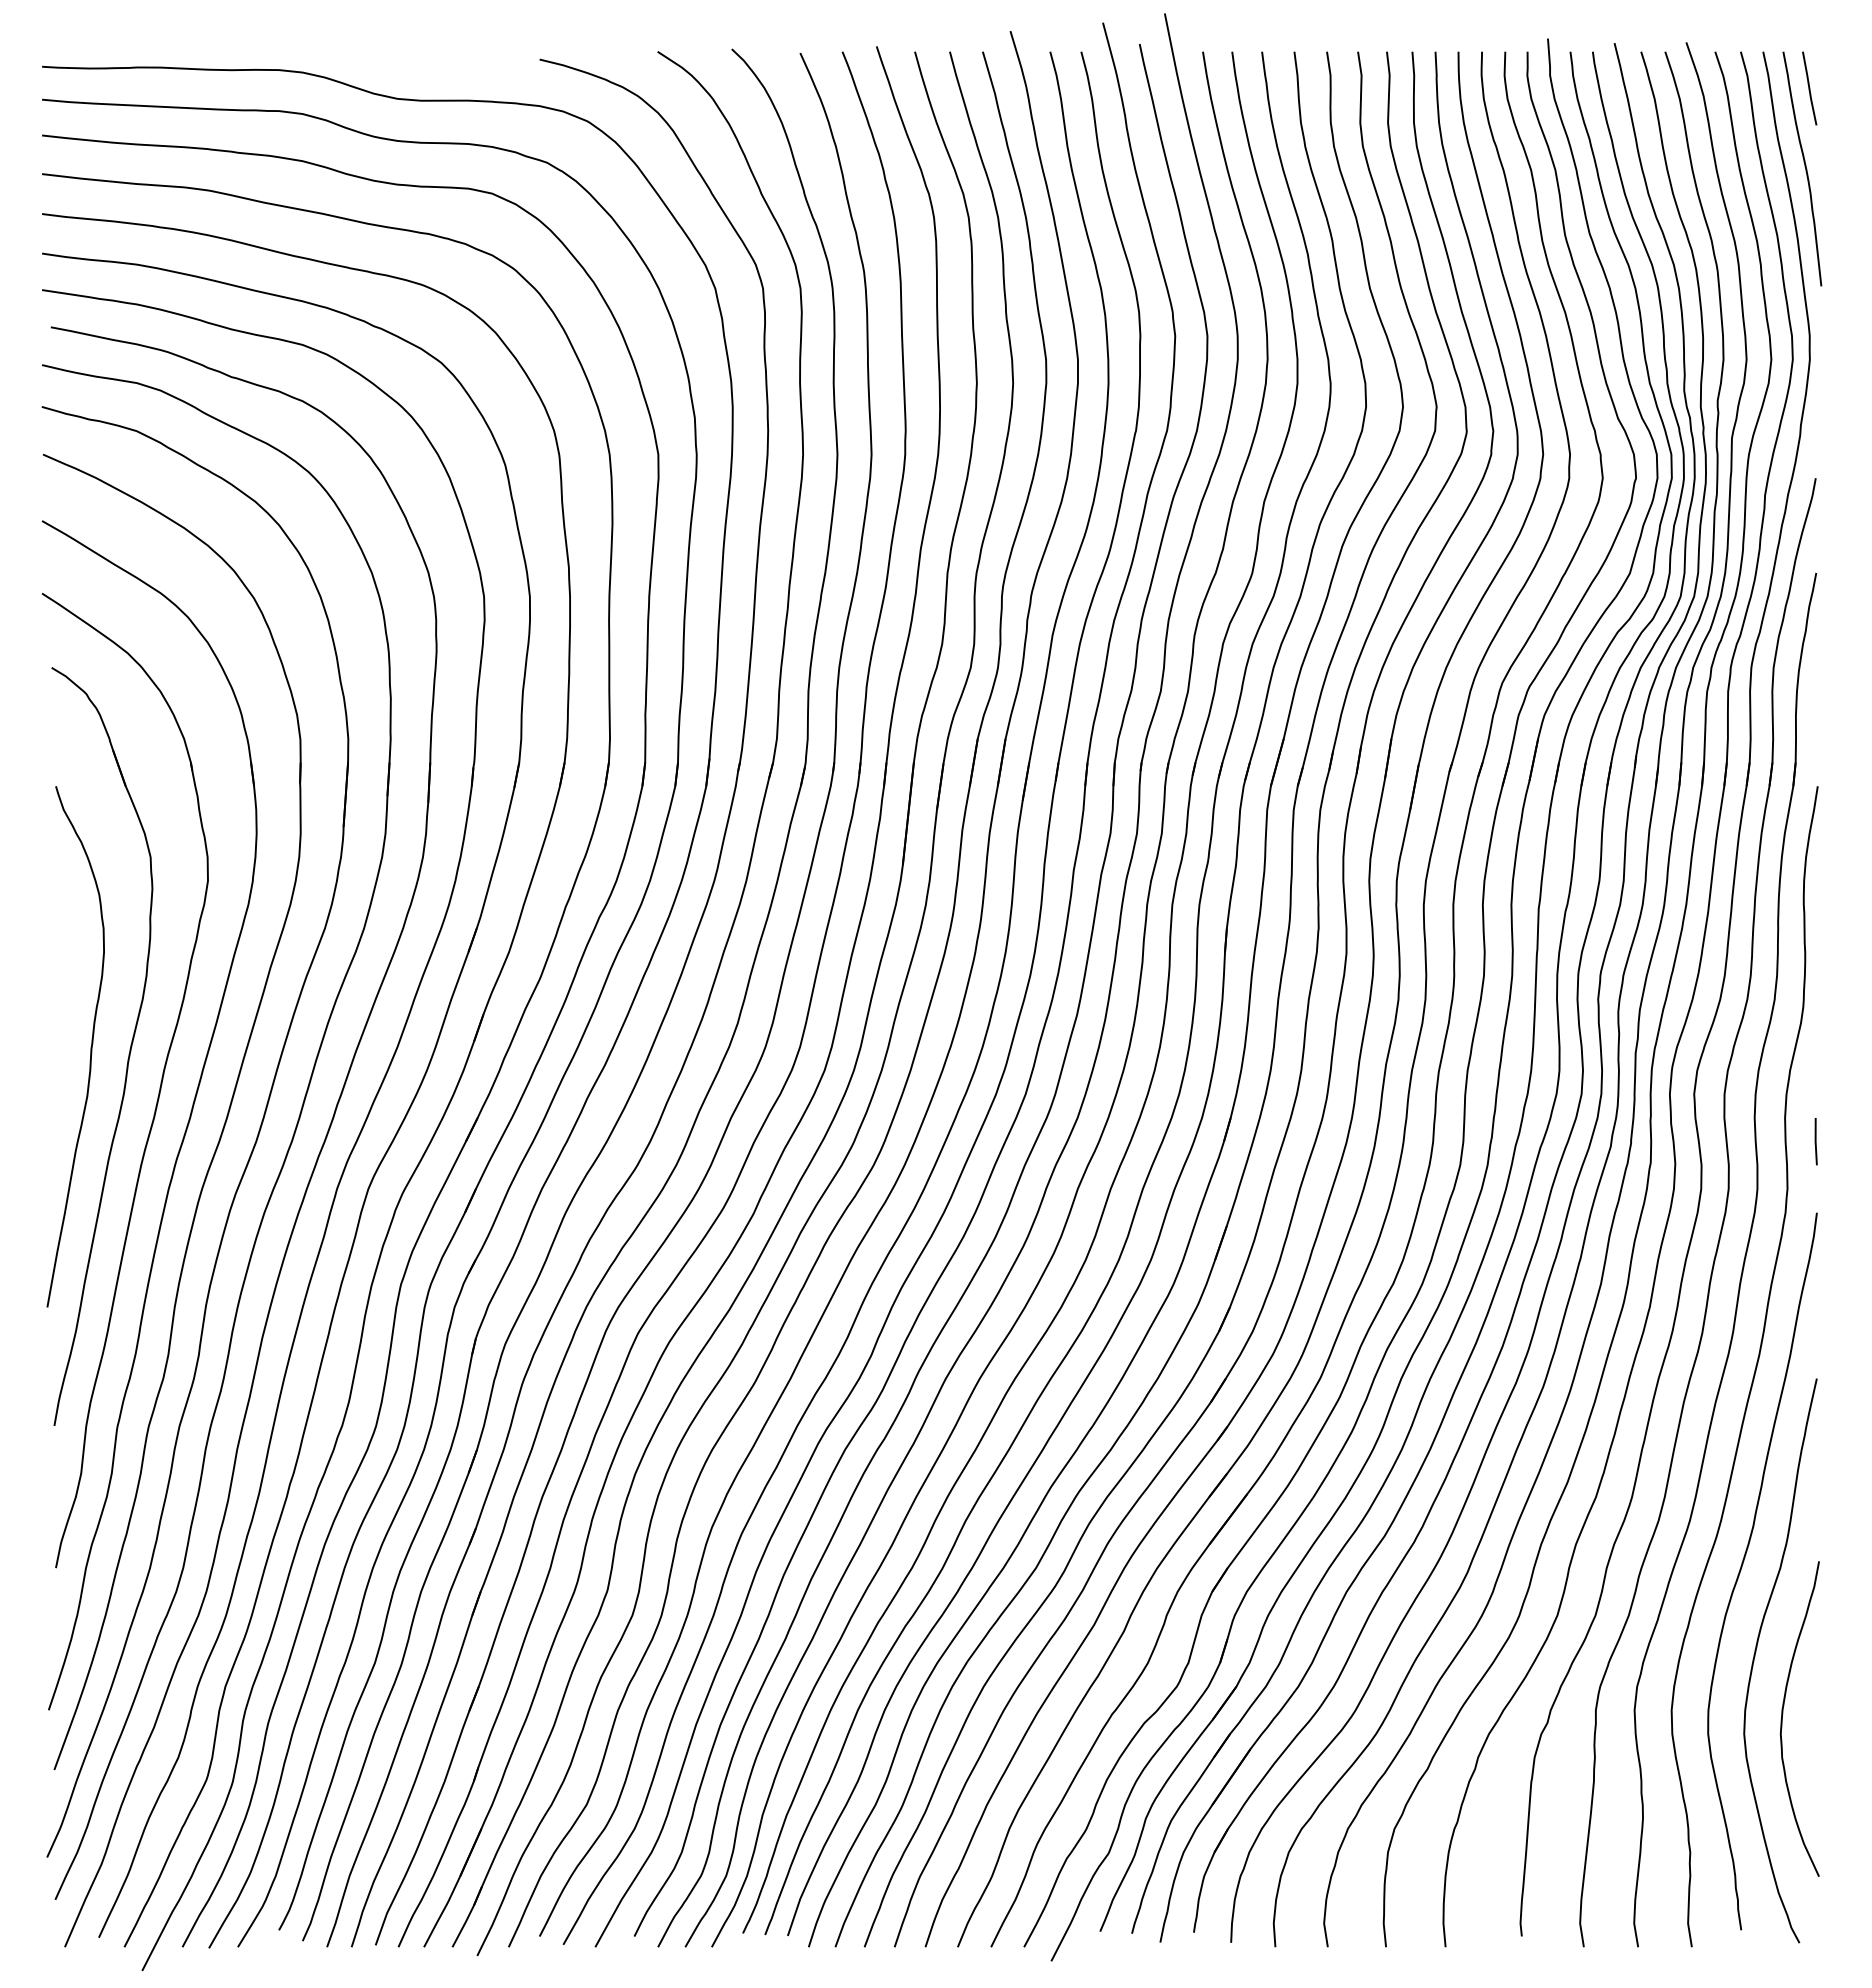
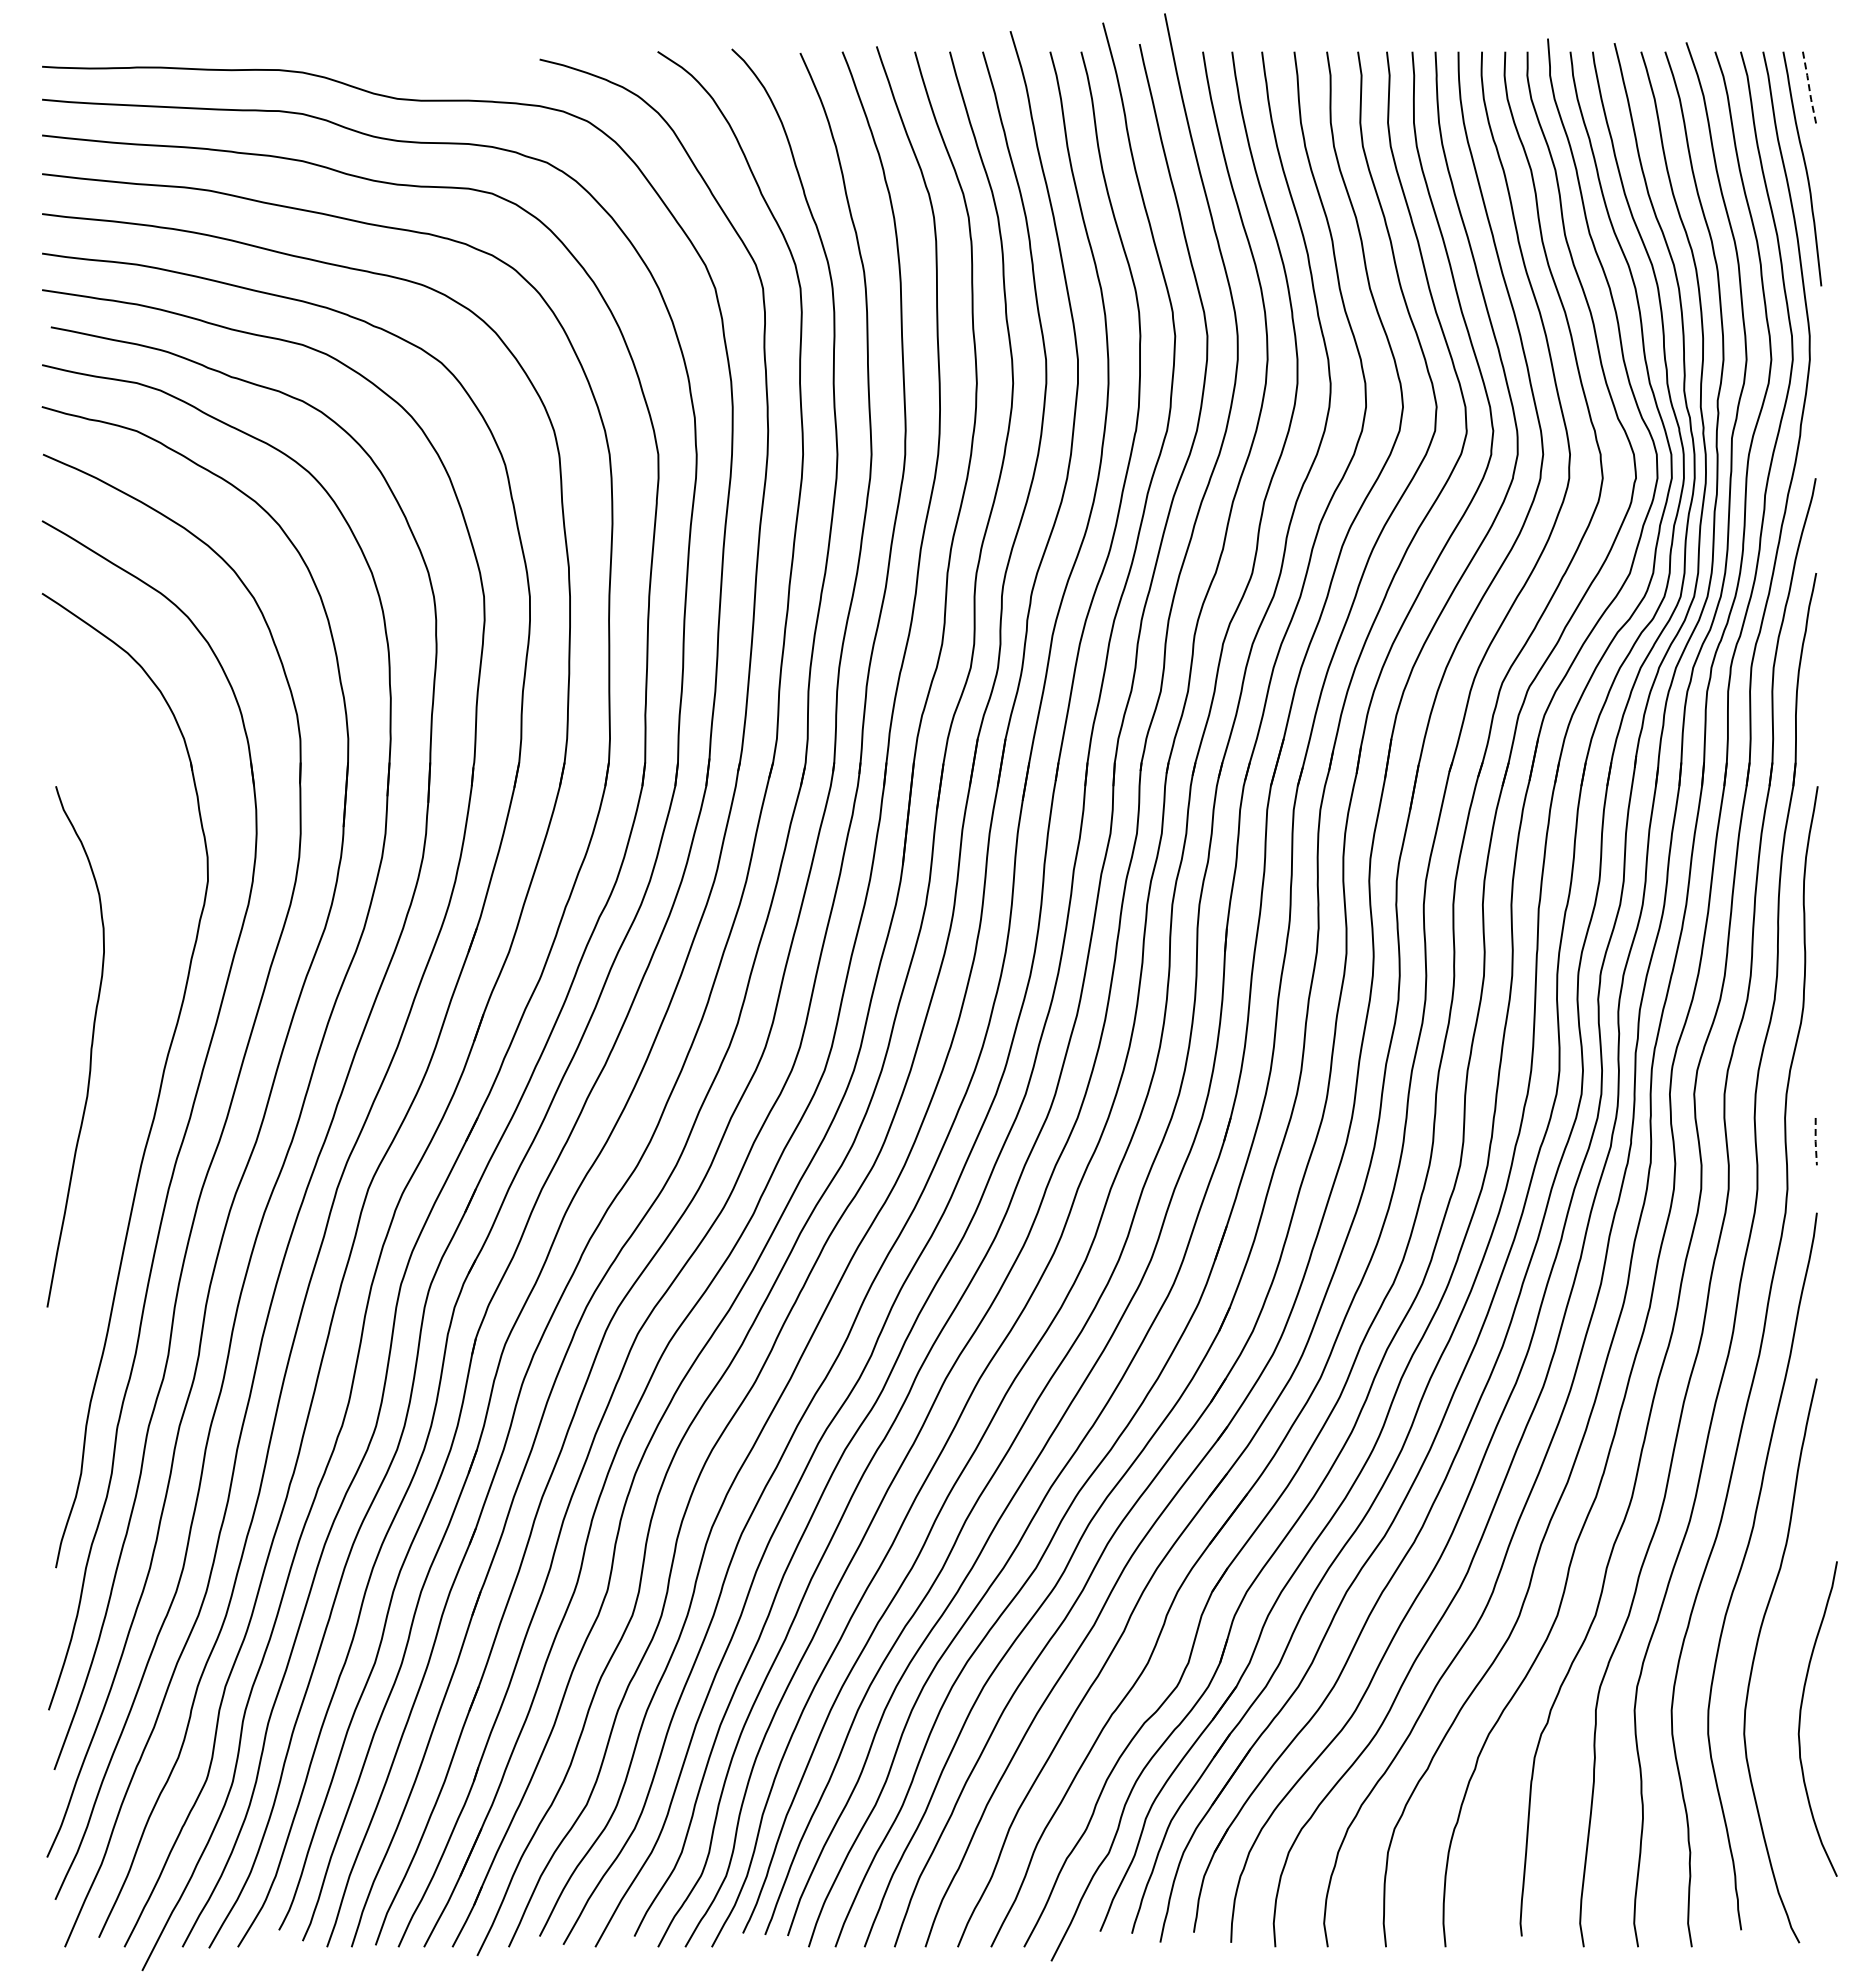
line at (1809, 88): solid -> dashed
part at (129, 1049): present -> none
line at (1815, 1141): solid -> dashed
curve at (1783, 1714) position: (1783, 1714) -> (1801, 1714)
